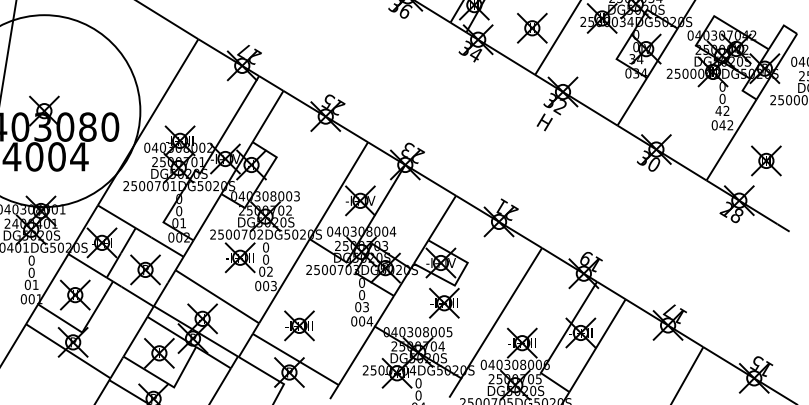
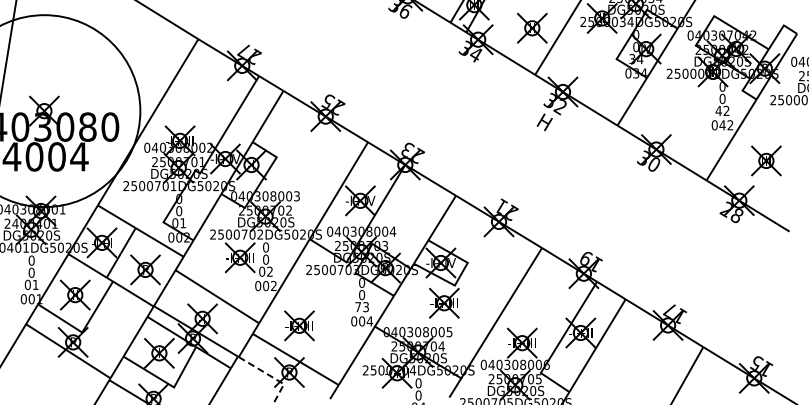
text at (273, 286): 003 -> 002
text at (358, 307): 03 -> 73
line at (272, 377): solid -> dashed
